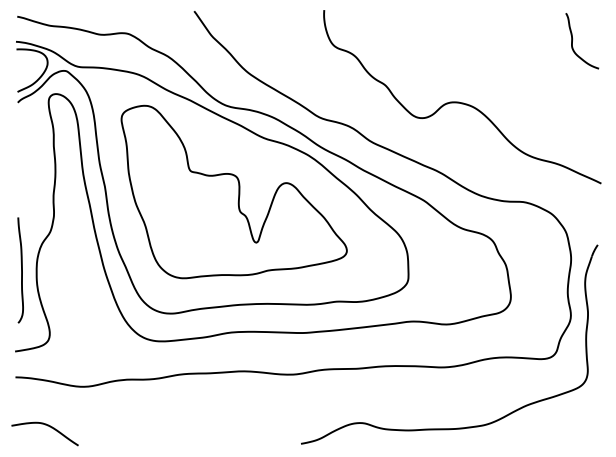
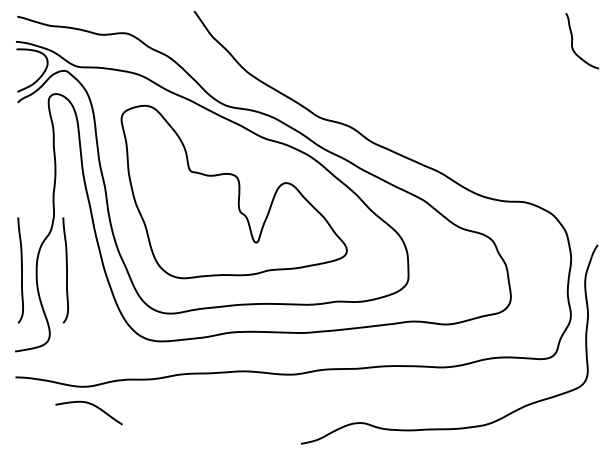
curve at (459, 101): present -> none
curve at (66, 270): none -> present
curve at (47, 426) position: (47, 426) -> (91, 405)
